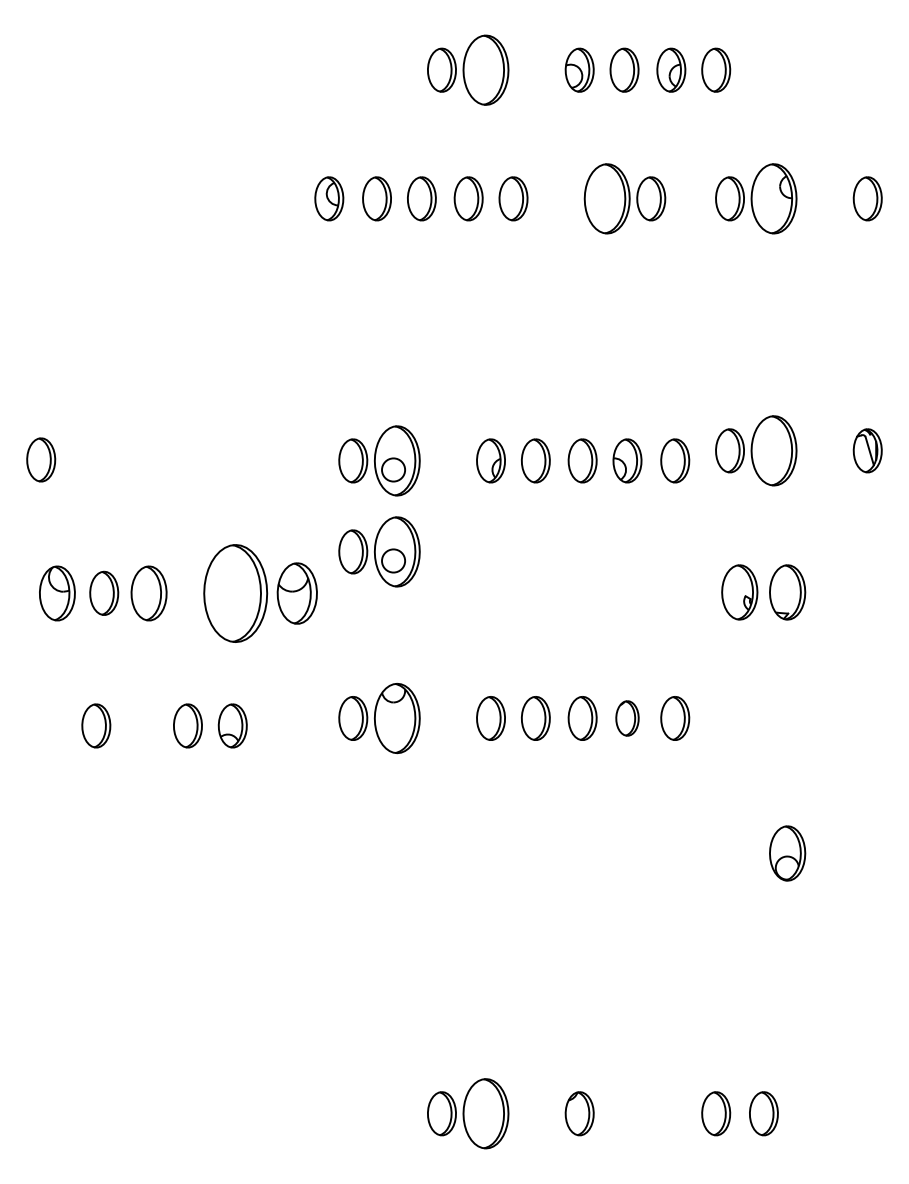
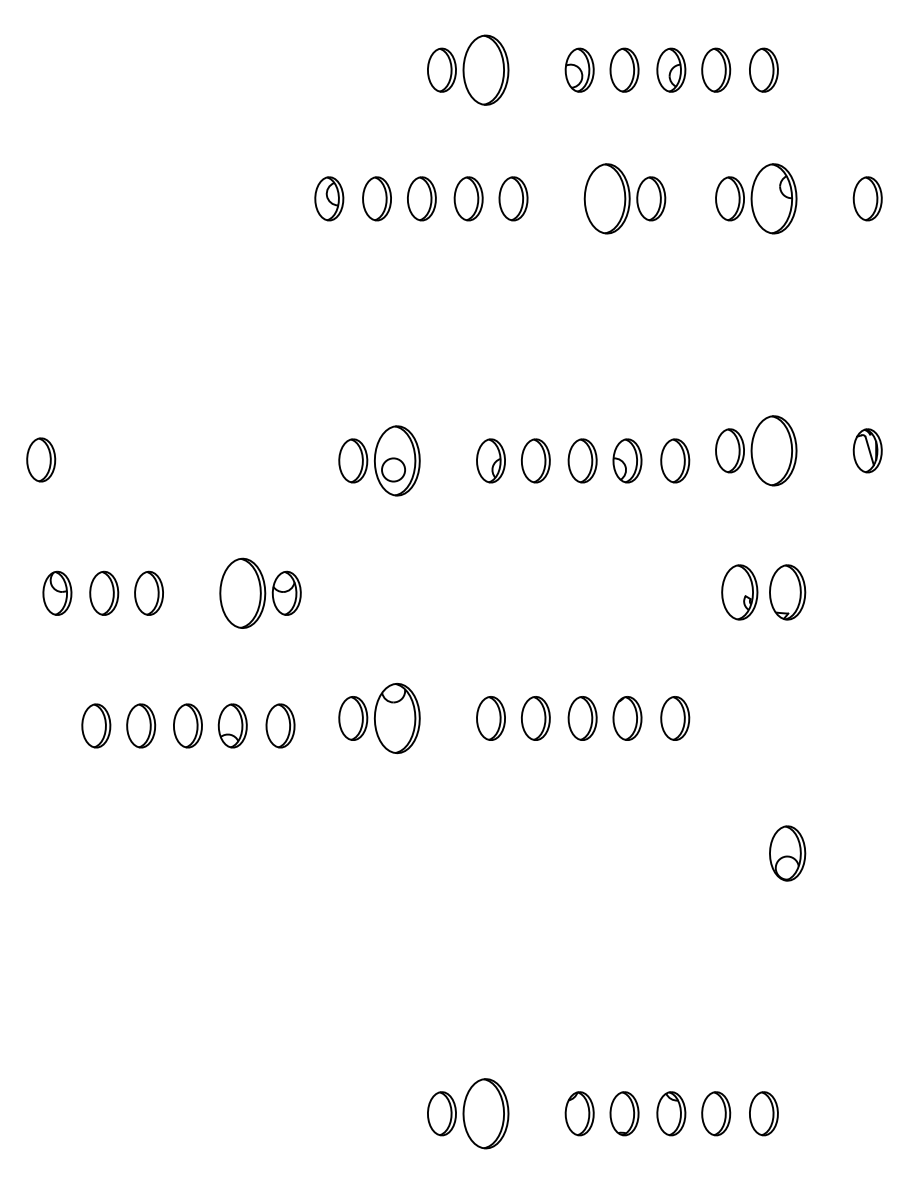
part at (763, 69): none -> present
part at (379, 551): present -> none
part at (57, 593) size: 37x57 px -> 31x46 px
part at (148, 593) size: 38x57 px -> 30x46 px
part at (260, 593) size: 115x99 px -> 83x72 px
part at (627, 718) size: 25x37 px -> 31x45 px
part at (141, 725): none -> present
part at (280, 725): none -> present
part at (624, 1113): none -> present
part at (671, 1113): none -> present
